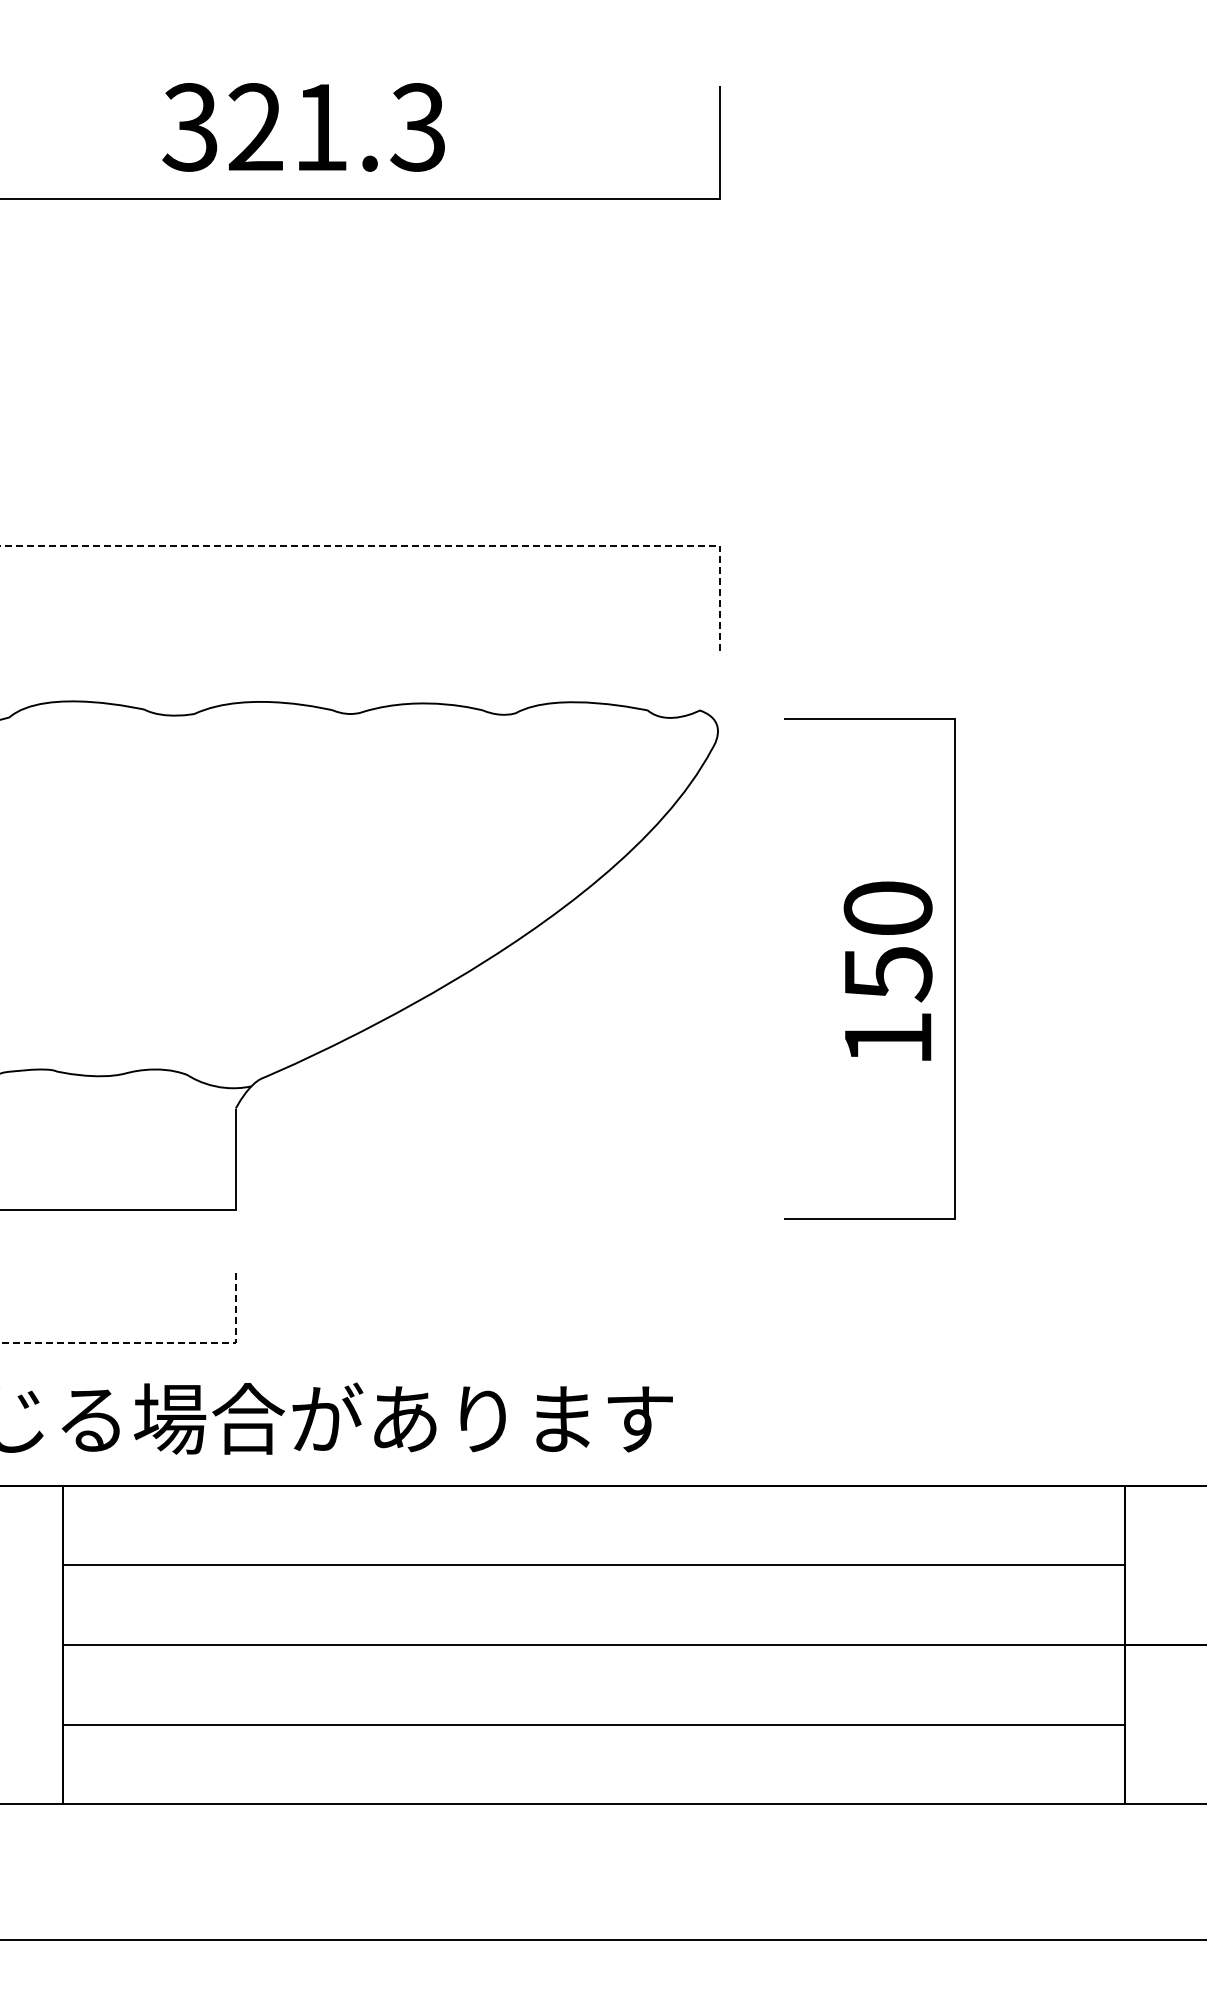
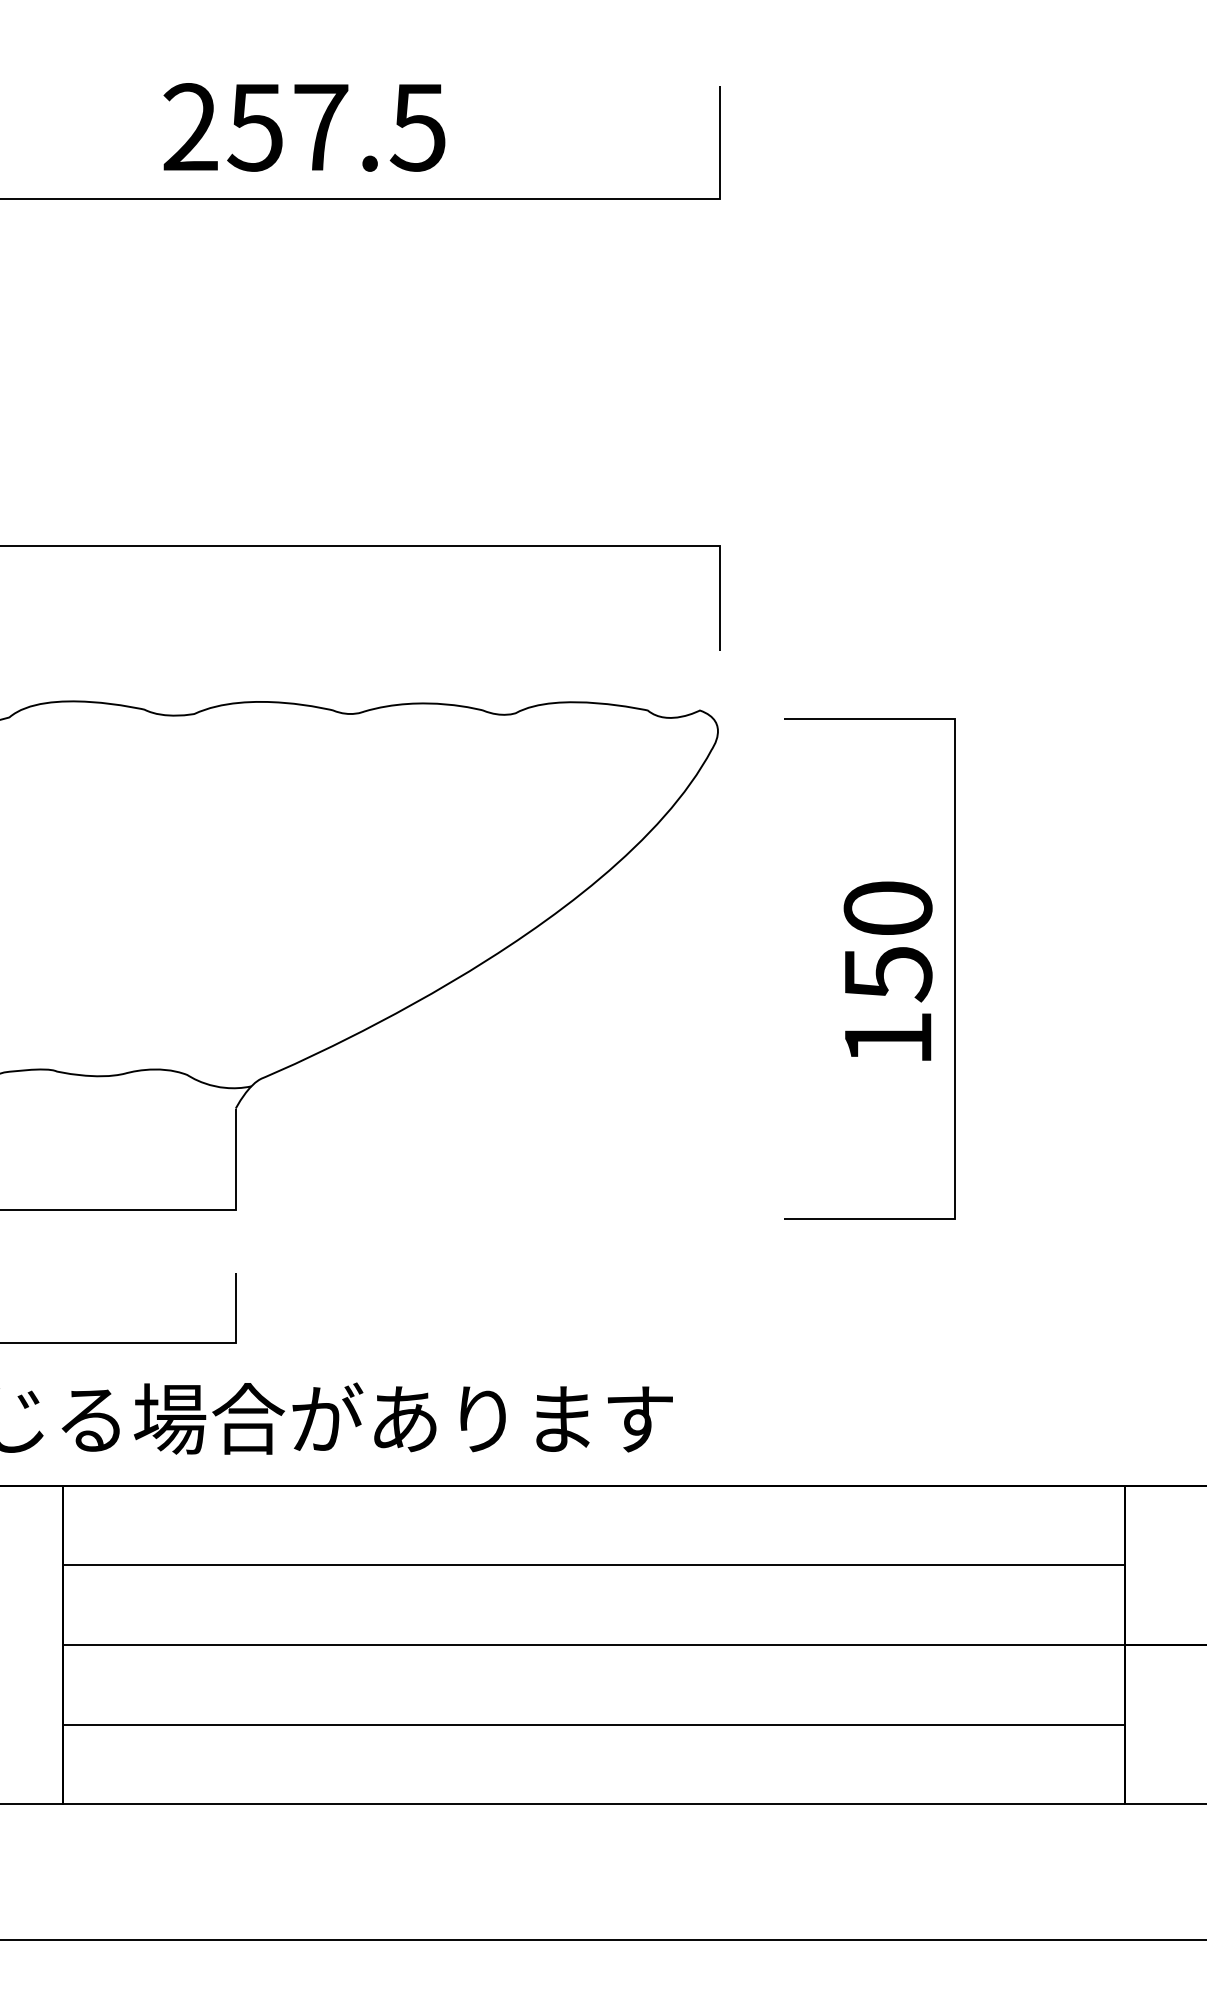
text at (303, 127): 321.3 -> 257.5
line at (413, 546): dashed -> solid
line at (153, 1343): dashed -> solid
